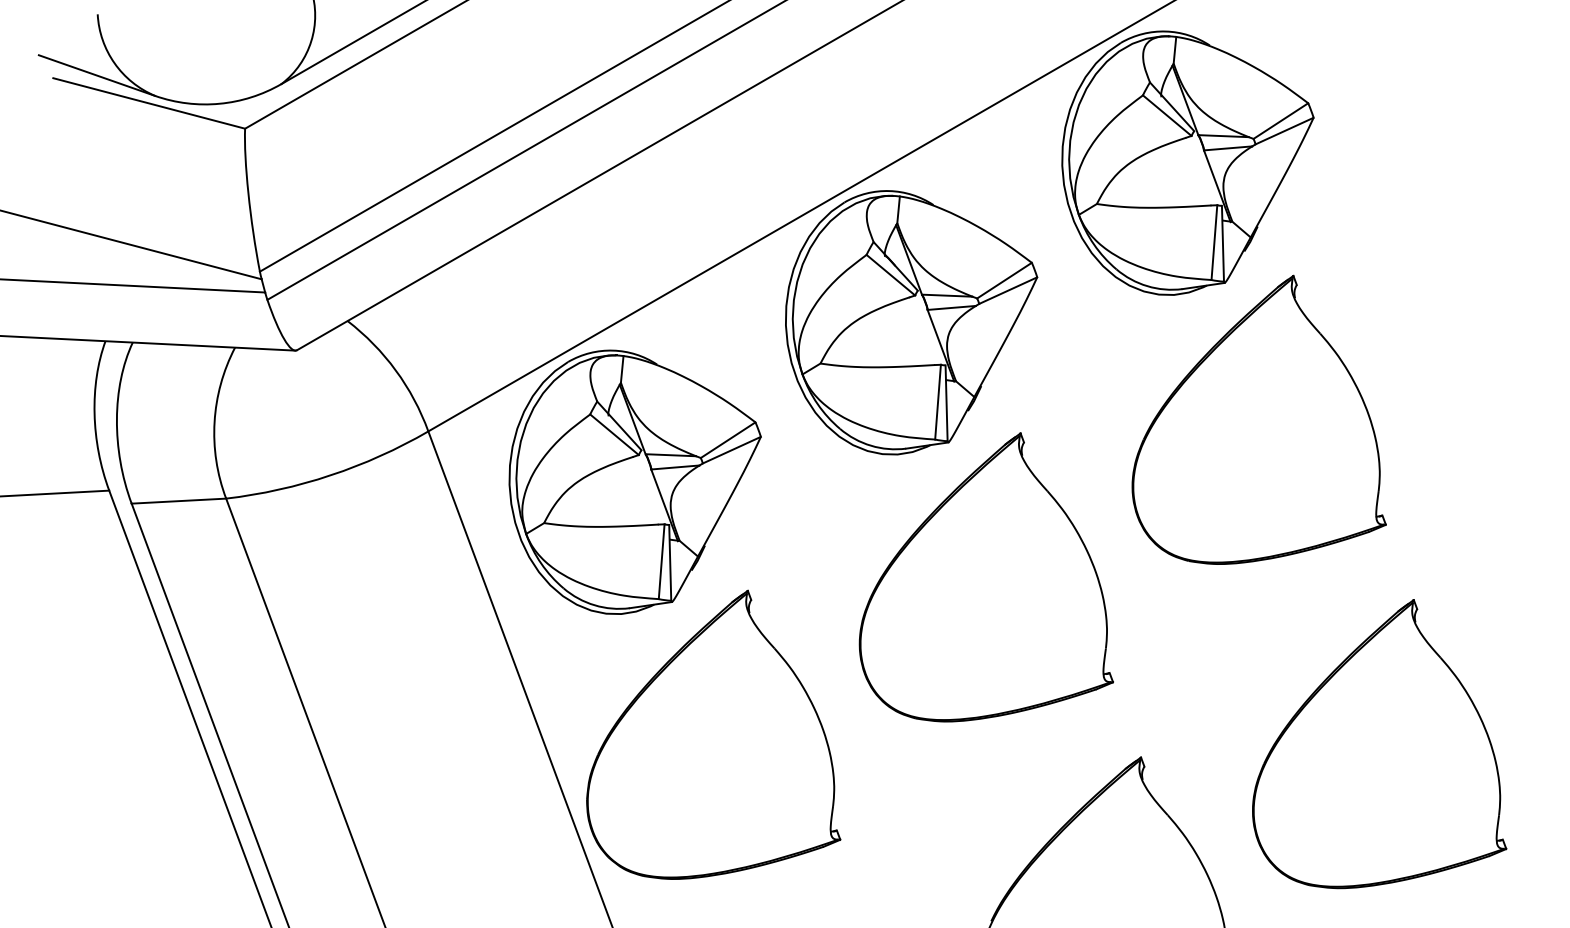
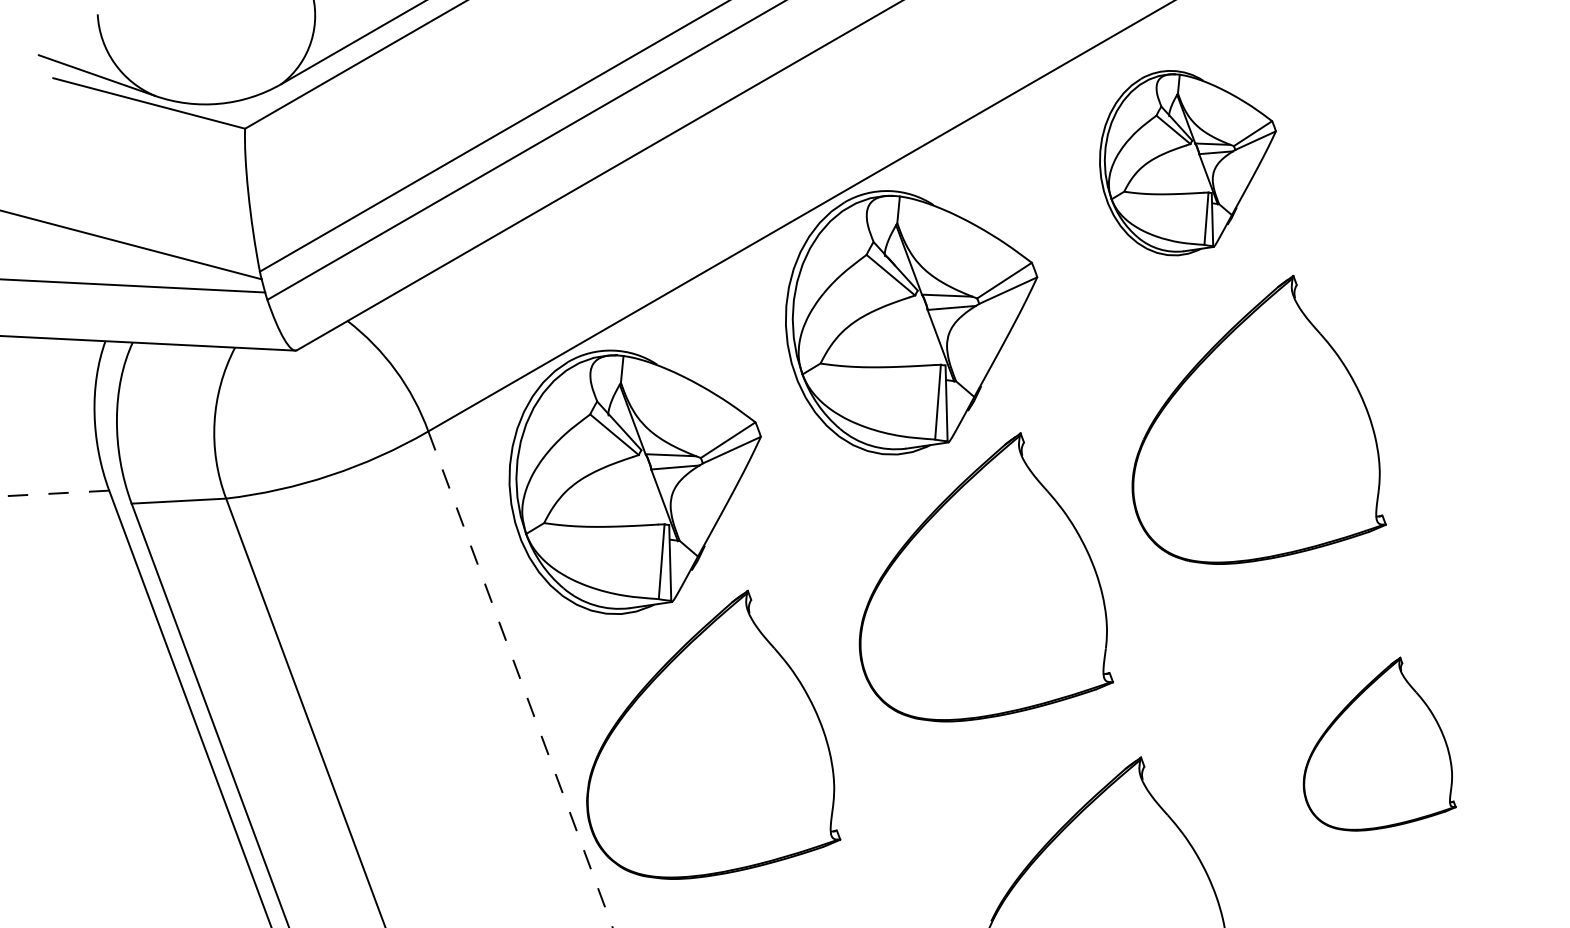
part at (1187, 162) size: 254x266 px -> 178x187 px
line at (54, 493): solid -> dashed
line at (520, 679): solid -> dashed
part at (1379, 744) size: 256x291 px -> 155x176 px
